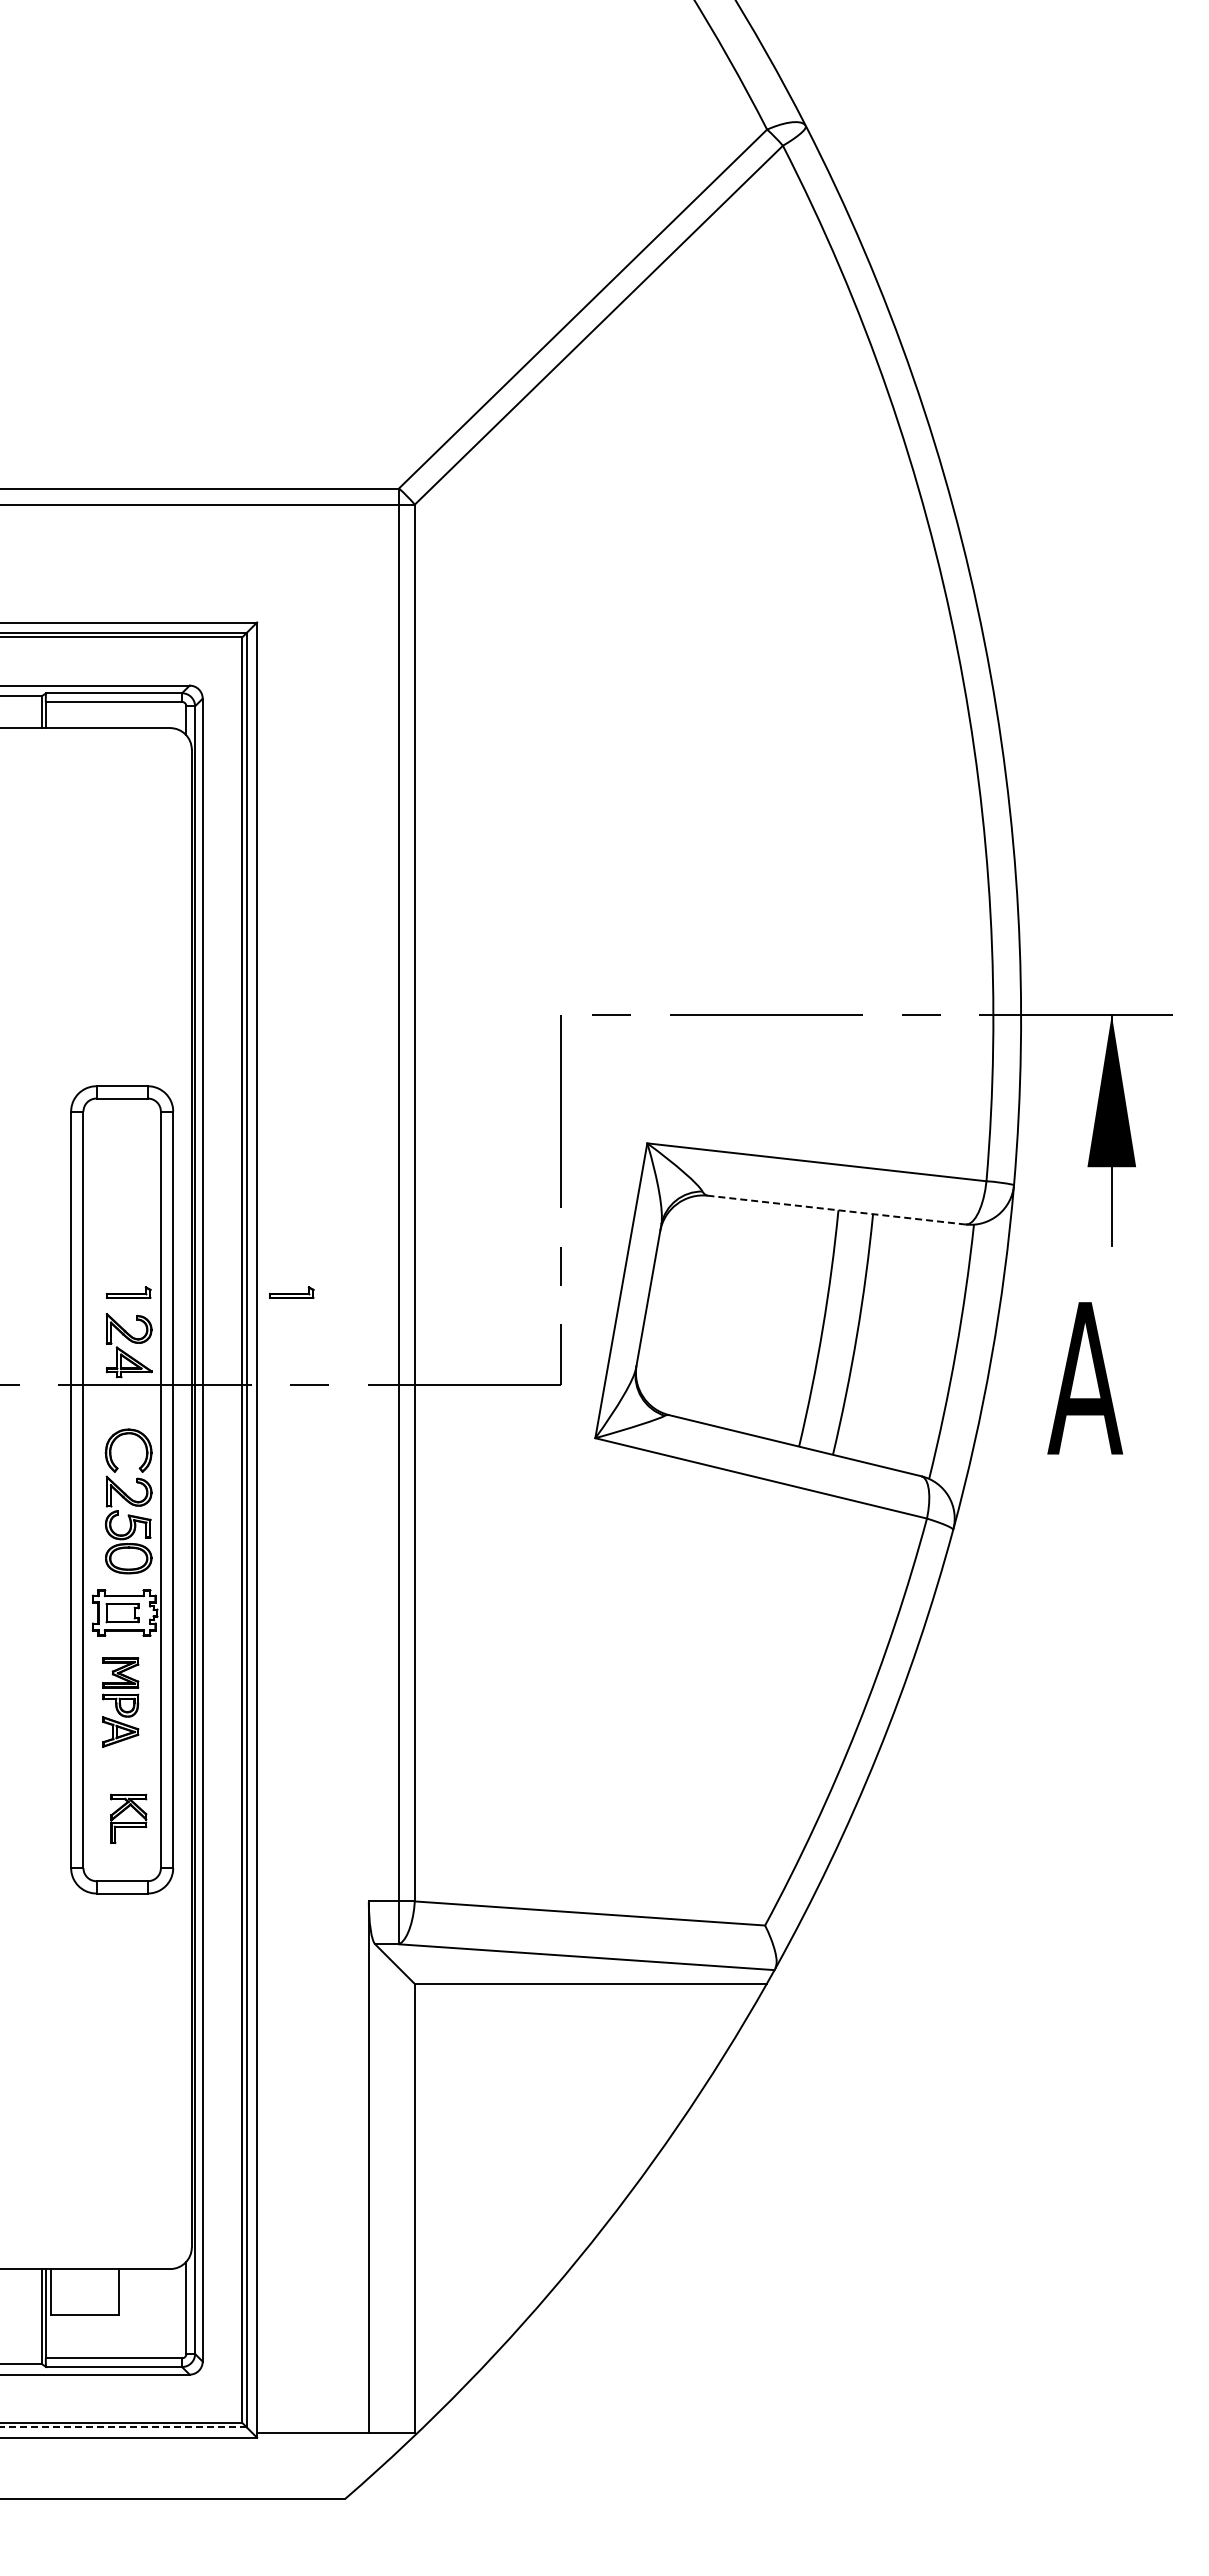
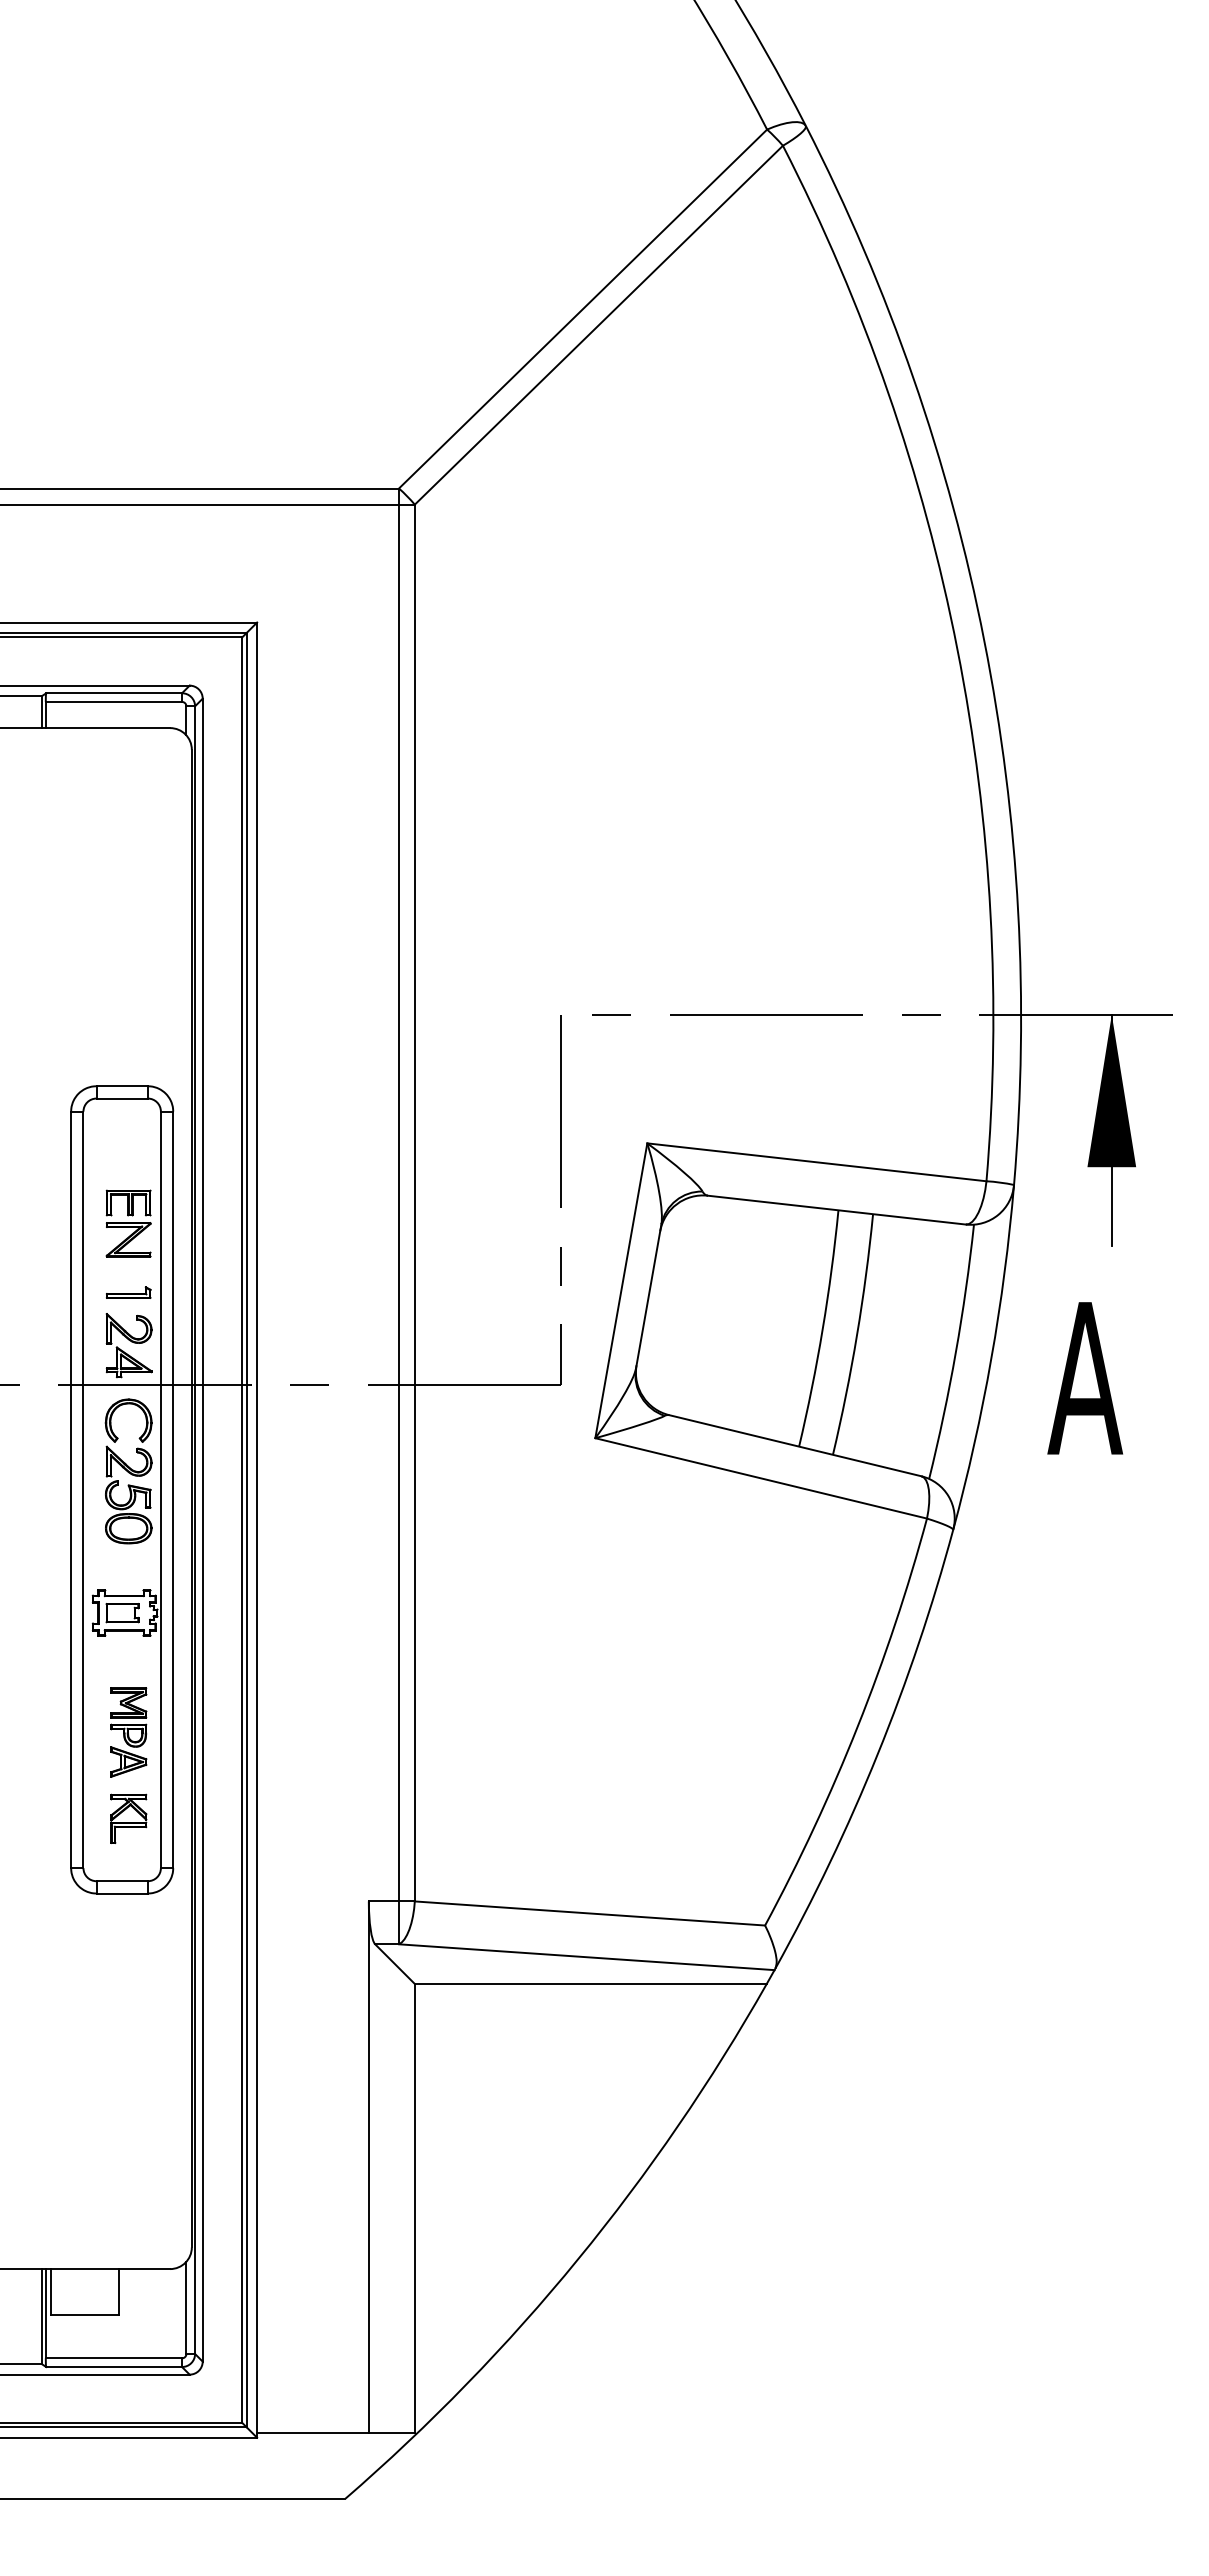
line at (836, 1210): dashed -> solid
part at (128, 1223): none -> present
part at (291, 1292): present -> none
part at (128, 1501) position: (128, 1501) -> (128, 1471)
part at (120, 1702) position: (120, 1702) -> (128, 1732)
line at (123, 2427): dashed -> solid
